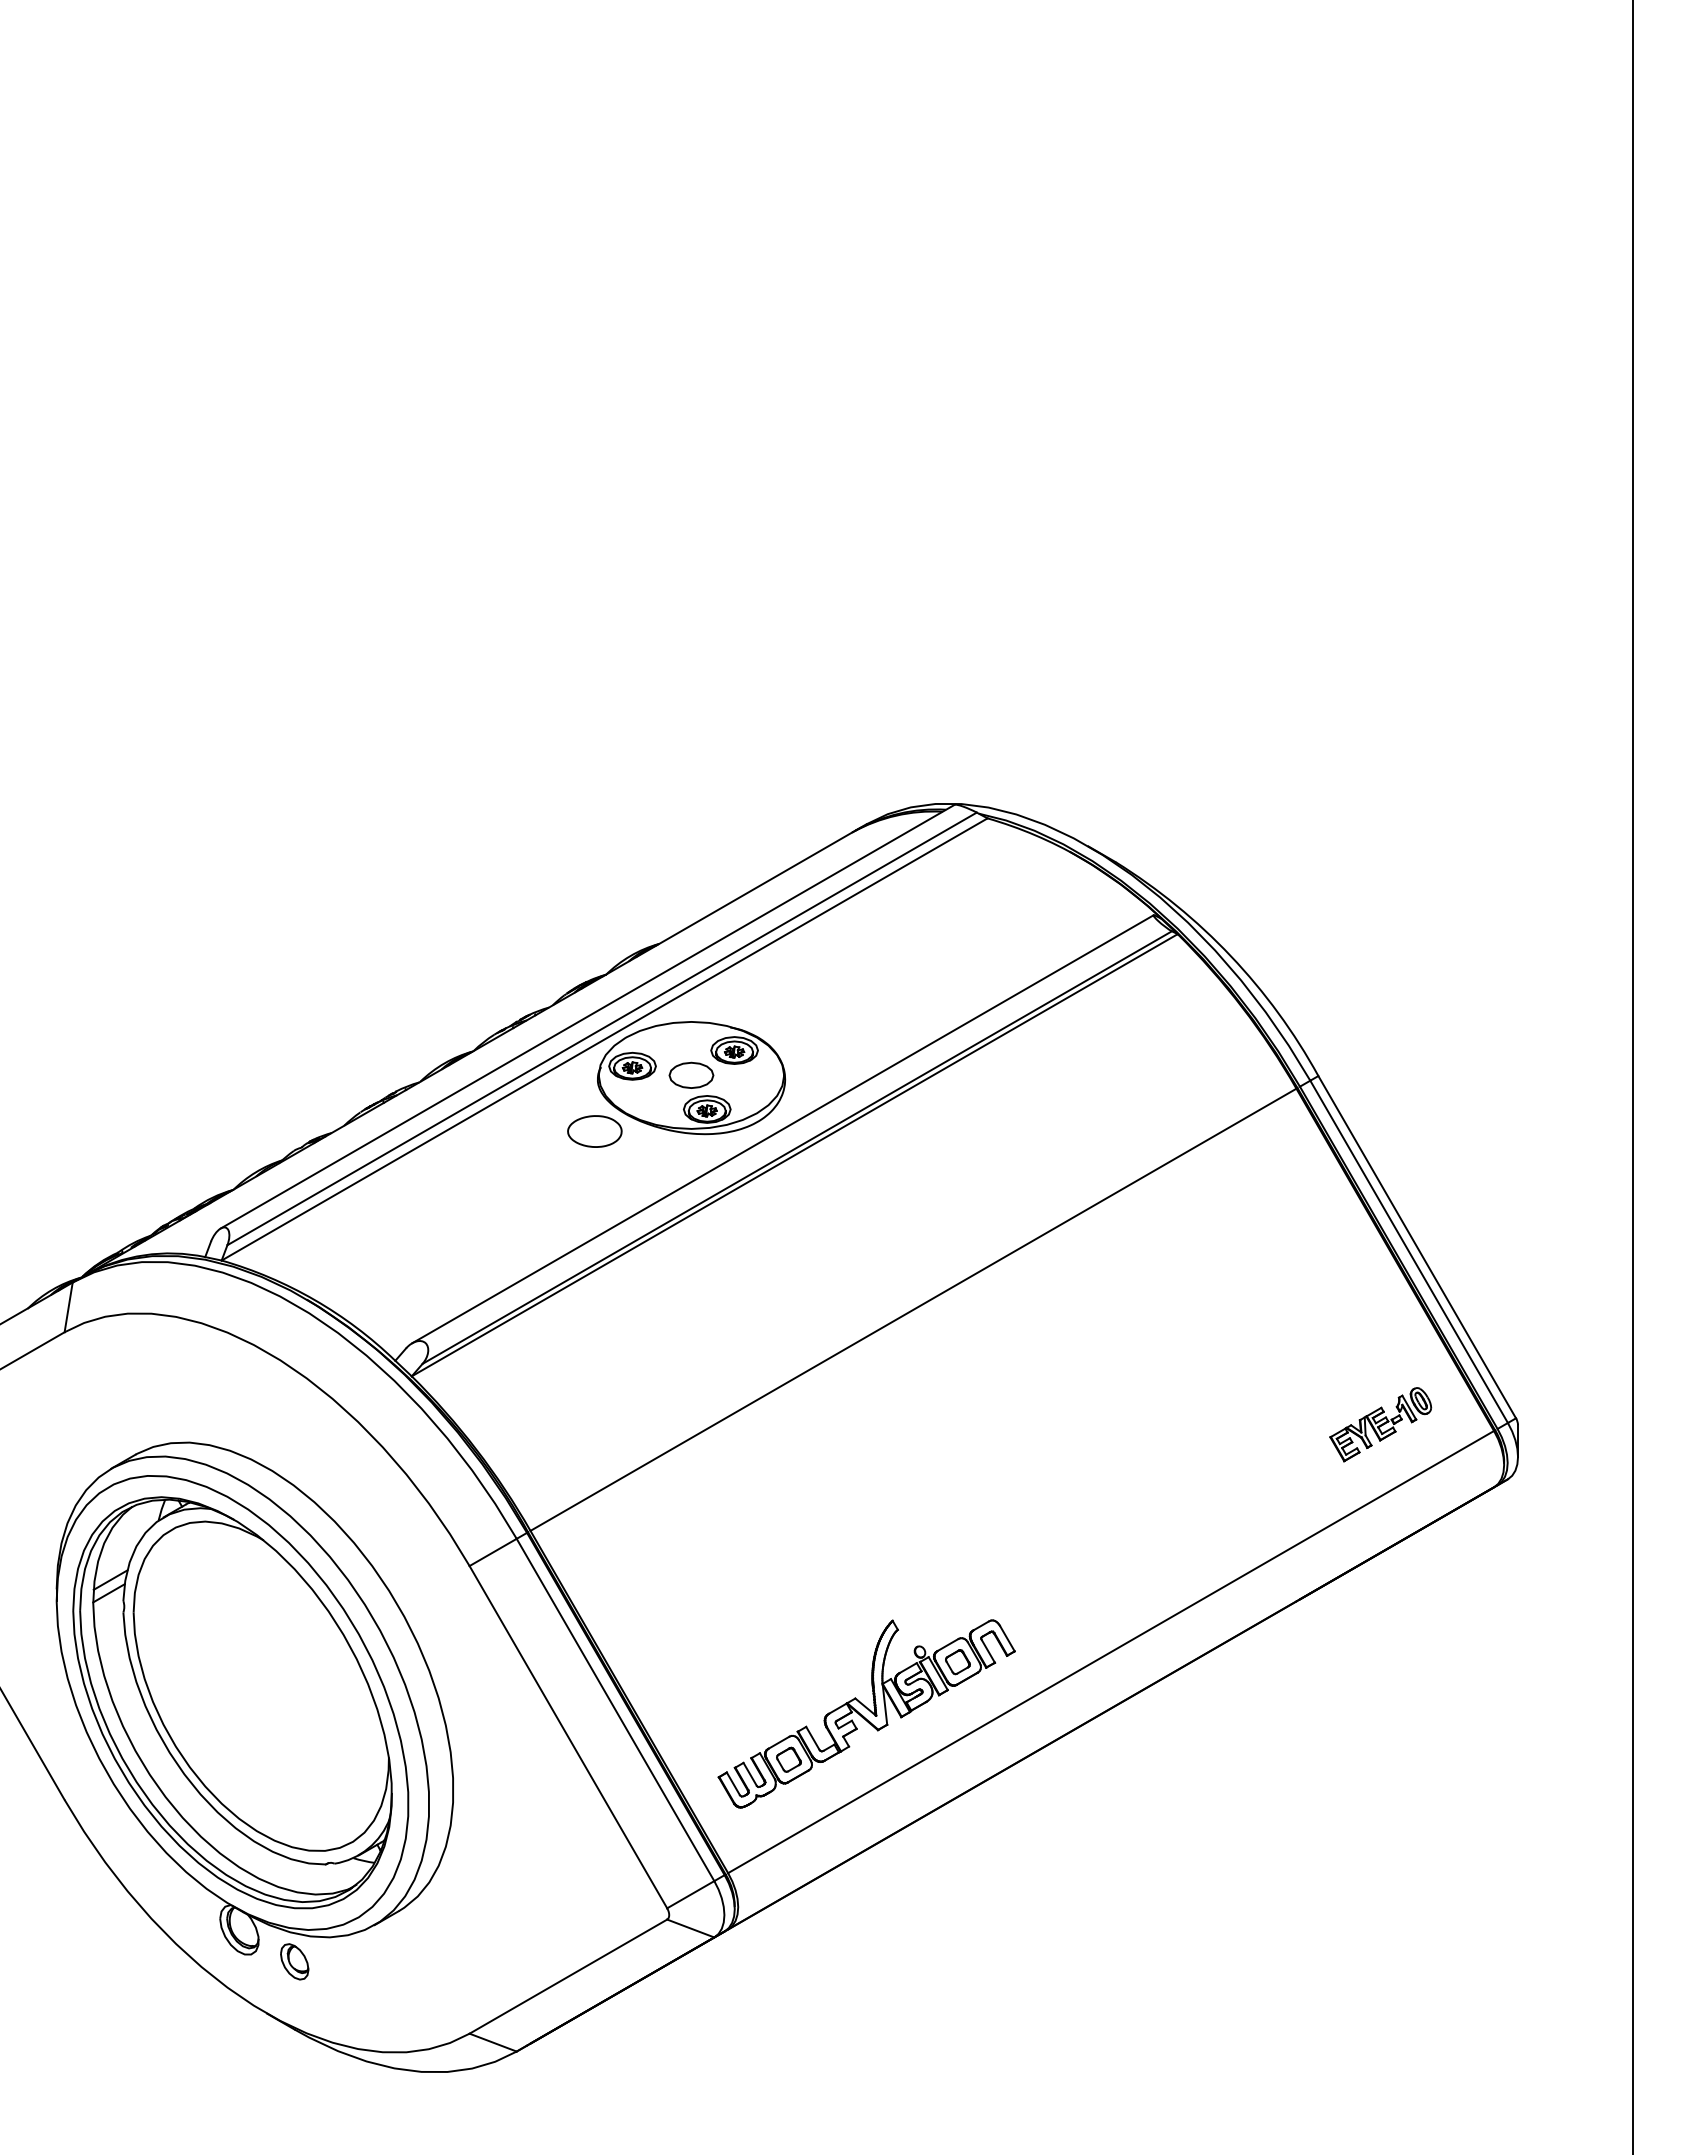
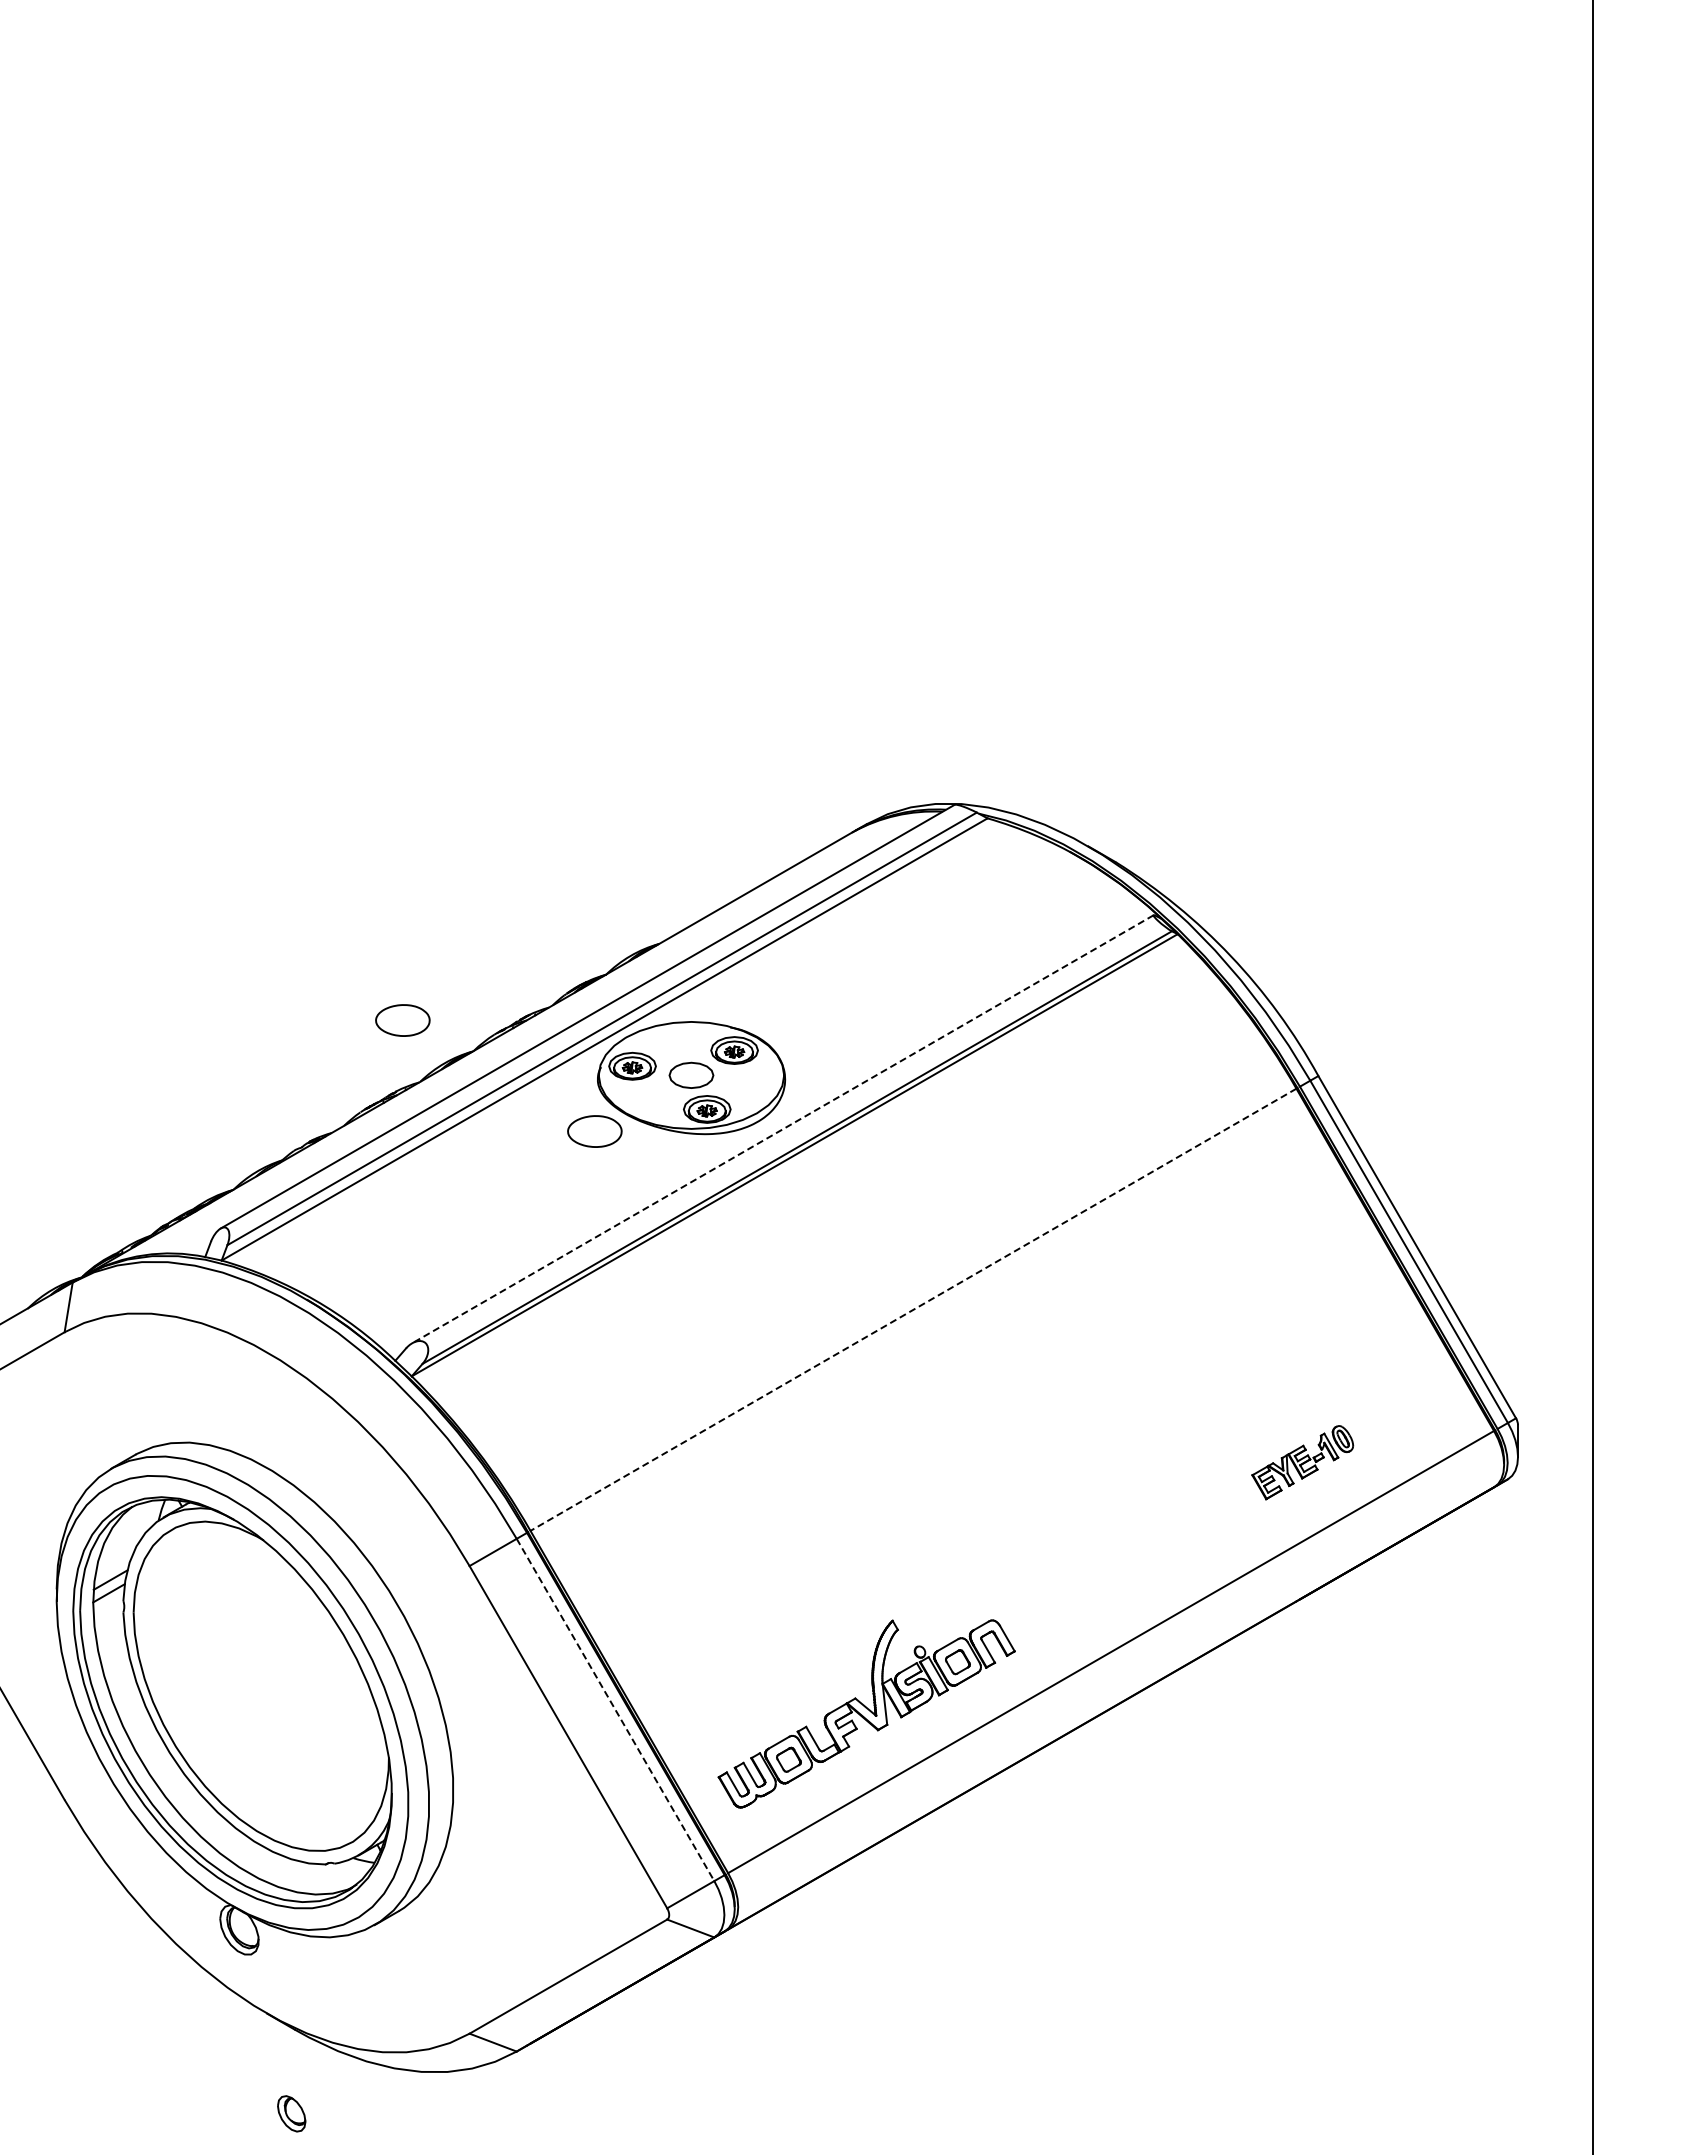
part at (402, 1020): none -> present
line at (1633, 1076) position: (1633, 1076) -> (1593, 1076)
line at (782, 1129): solid -> dashed
line at (913, 1310): solid -> dashed
part at (1380, 1424) position: (1380, 1424) -> (1302, 1462)
line at (615, 1709): solid -> dashed
part at (294, 1961) position: (294, 1961) -> (291, 2113)
